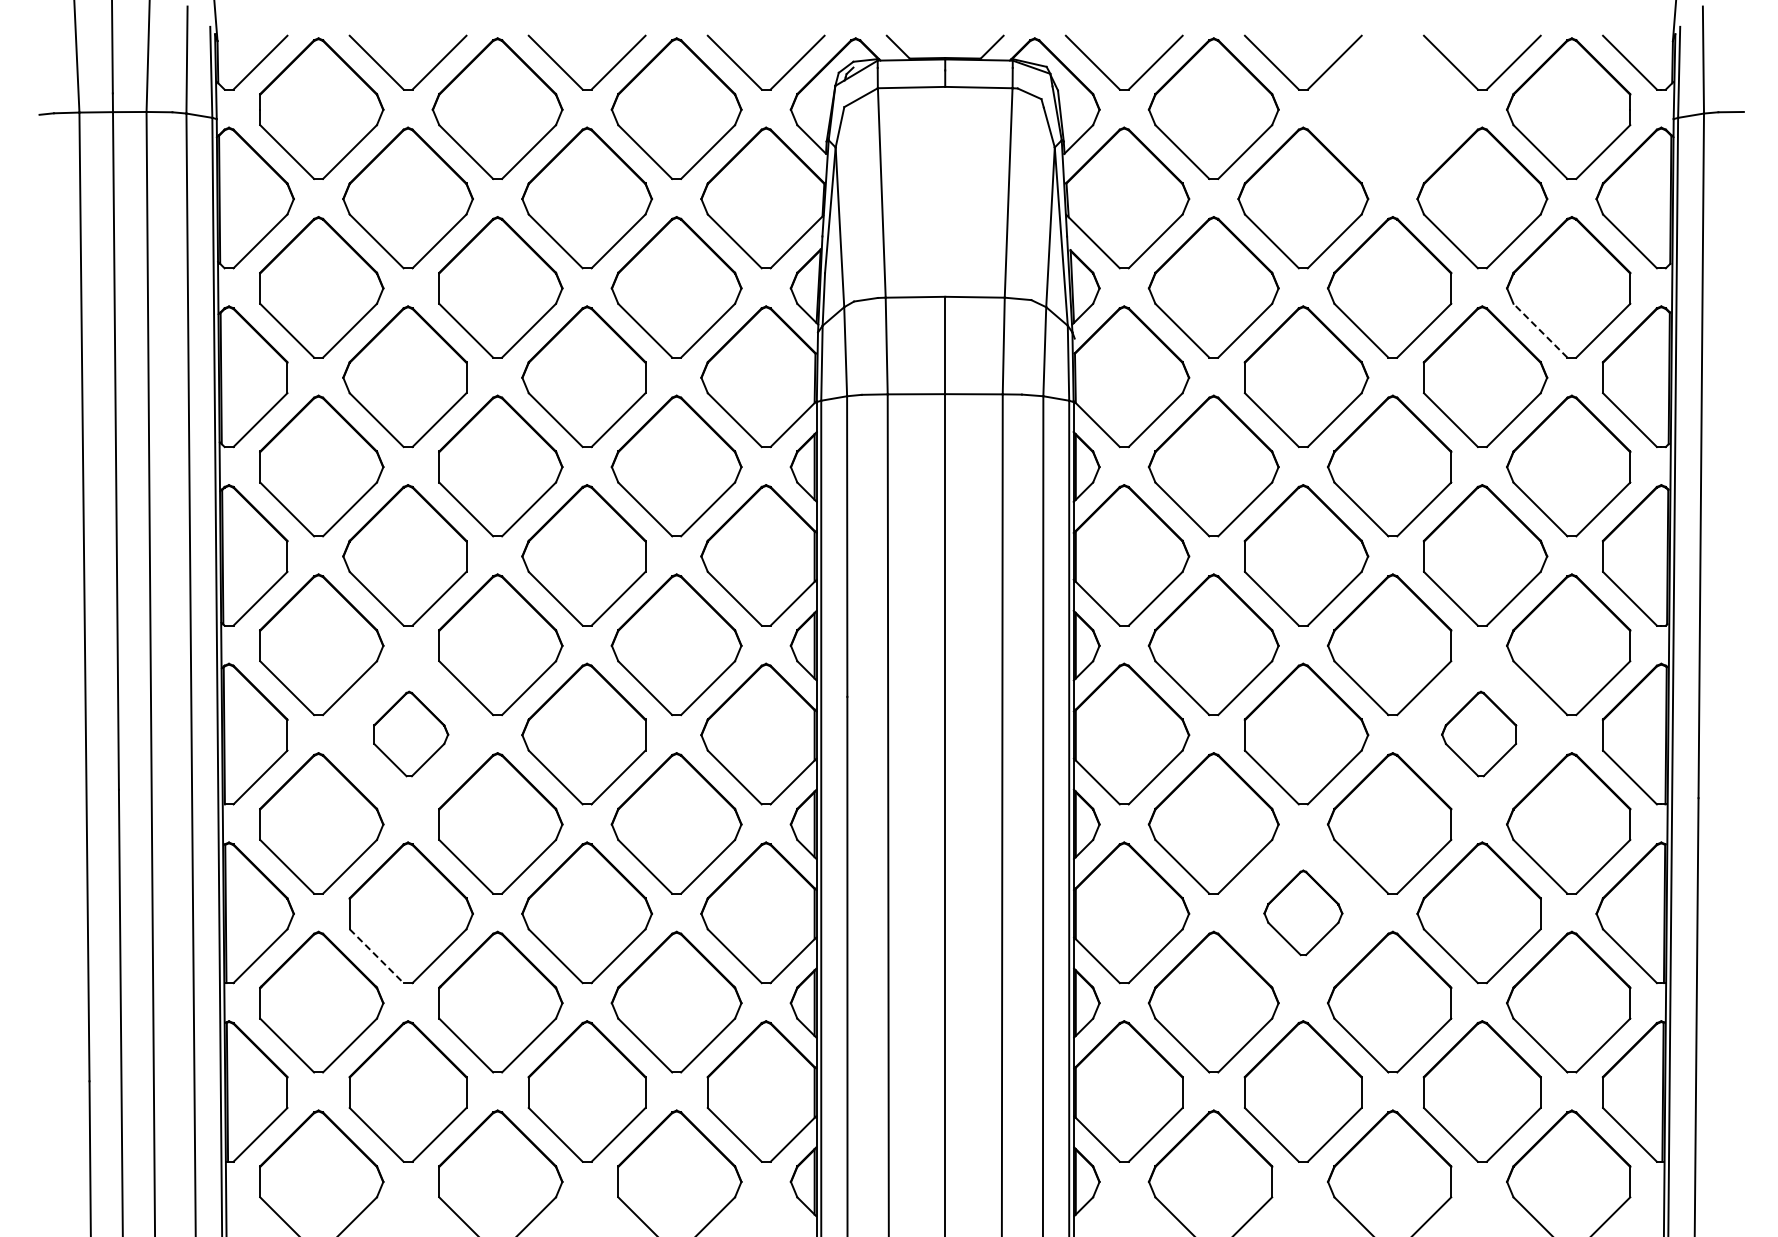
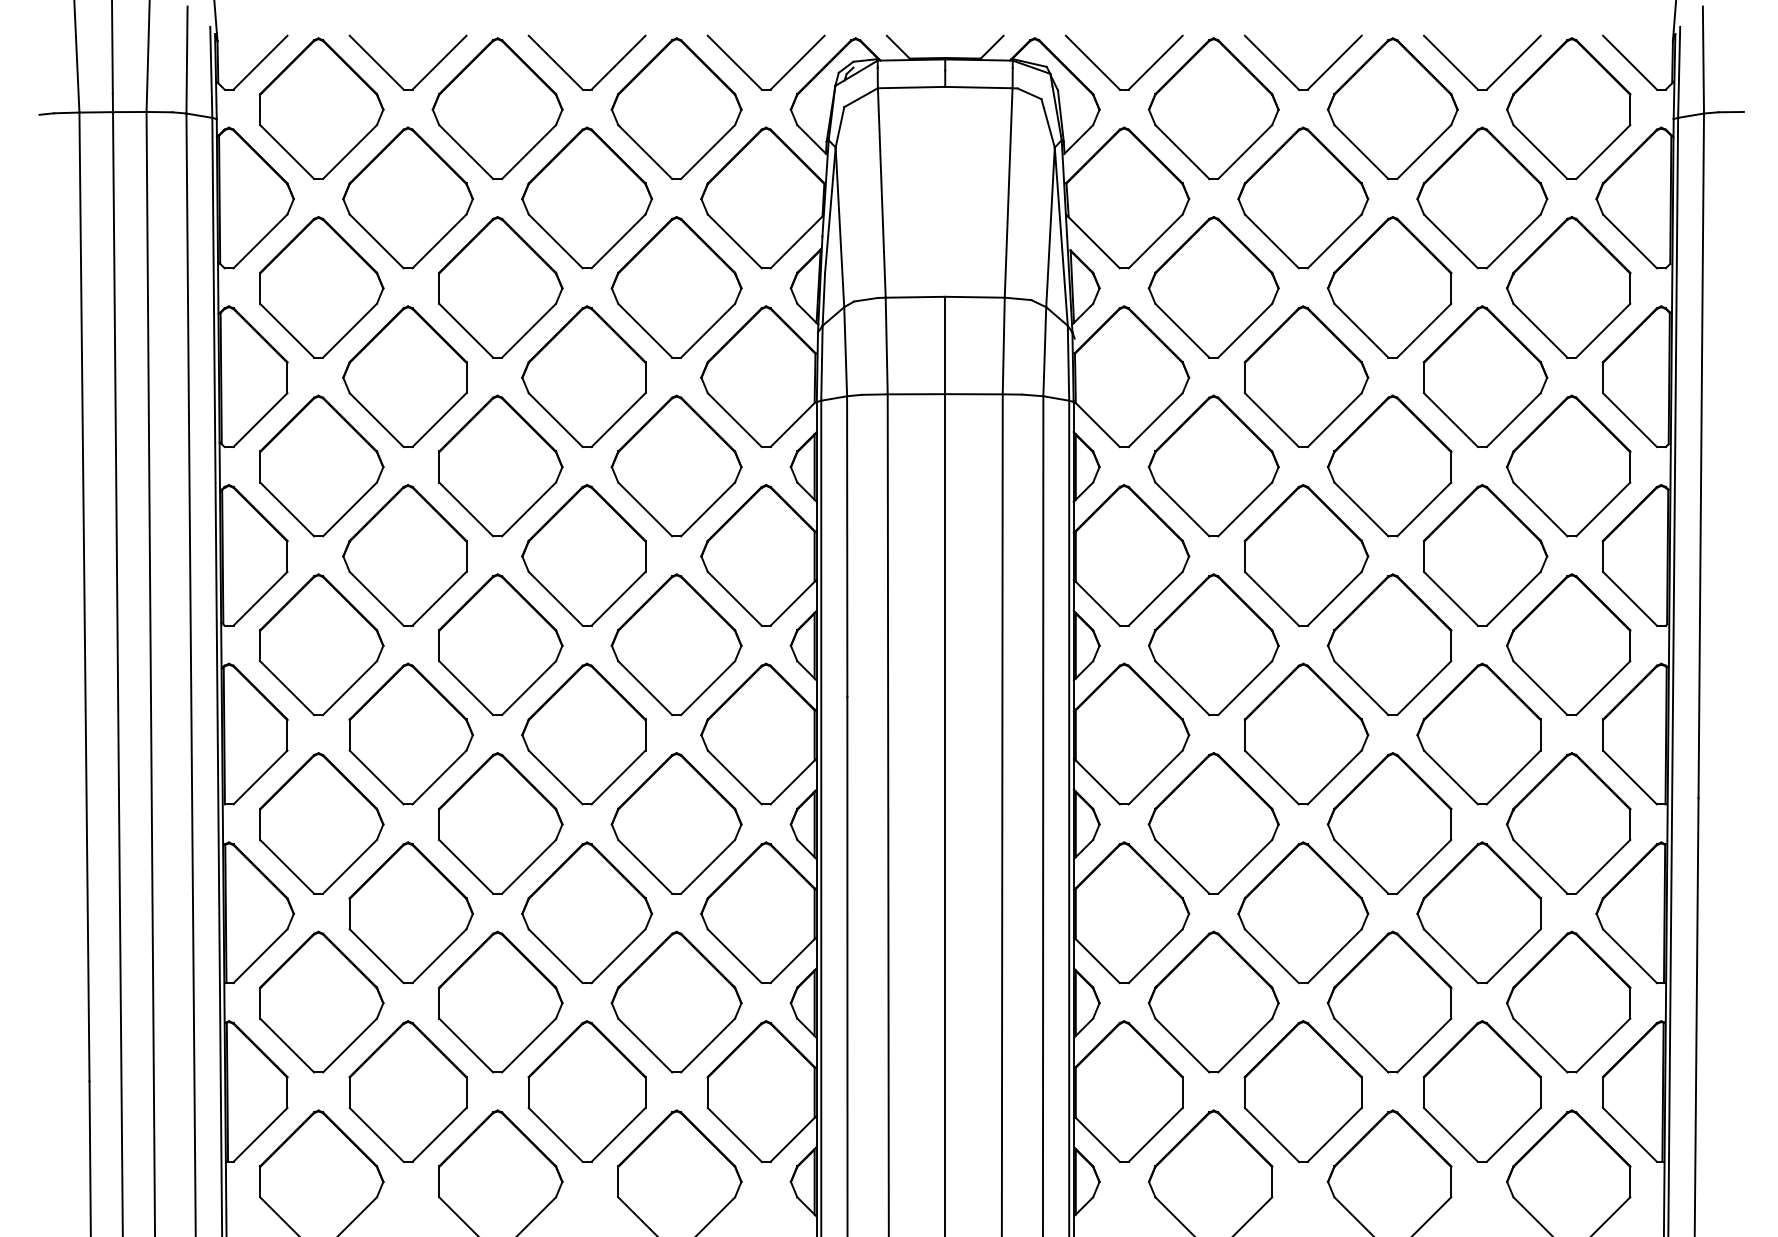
part at (1392, 108): none -> present
line at (1540, 330): dashed -> solid
part at (411, 733) size: 77x88 px -> 126x144 px
part at (1479, 733) size: 77x88 px -> 126x144 px
part at (1303, 912) size: 81x88 px -> 133x144 px
line at (377, 956): dashed -> solid
